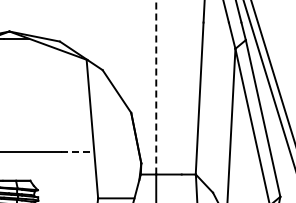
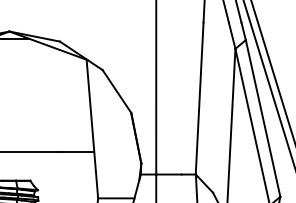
line at (156, 87): dashed -> solid
line at (78, 152): dashed -> solid
